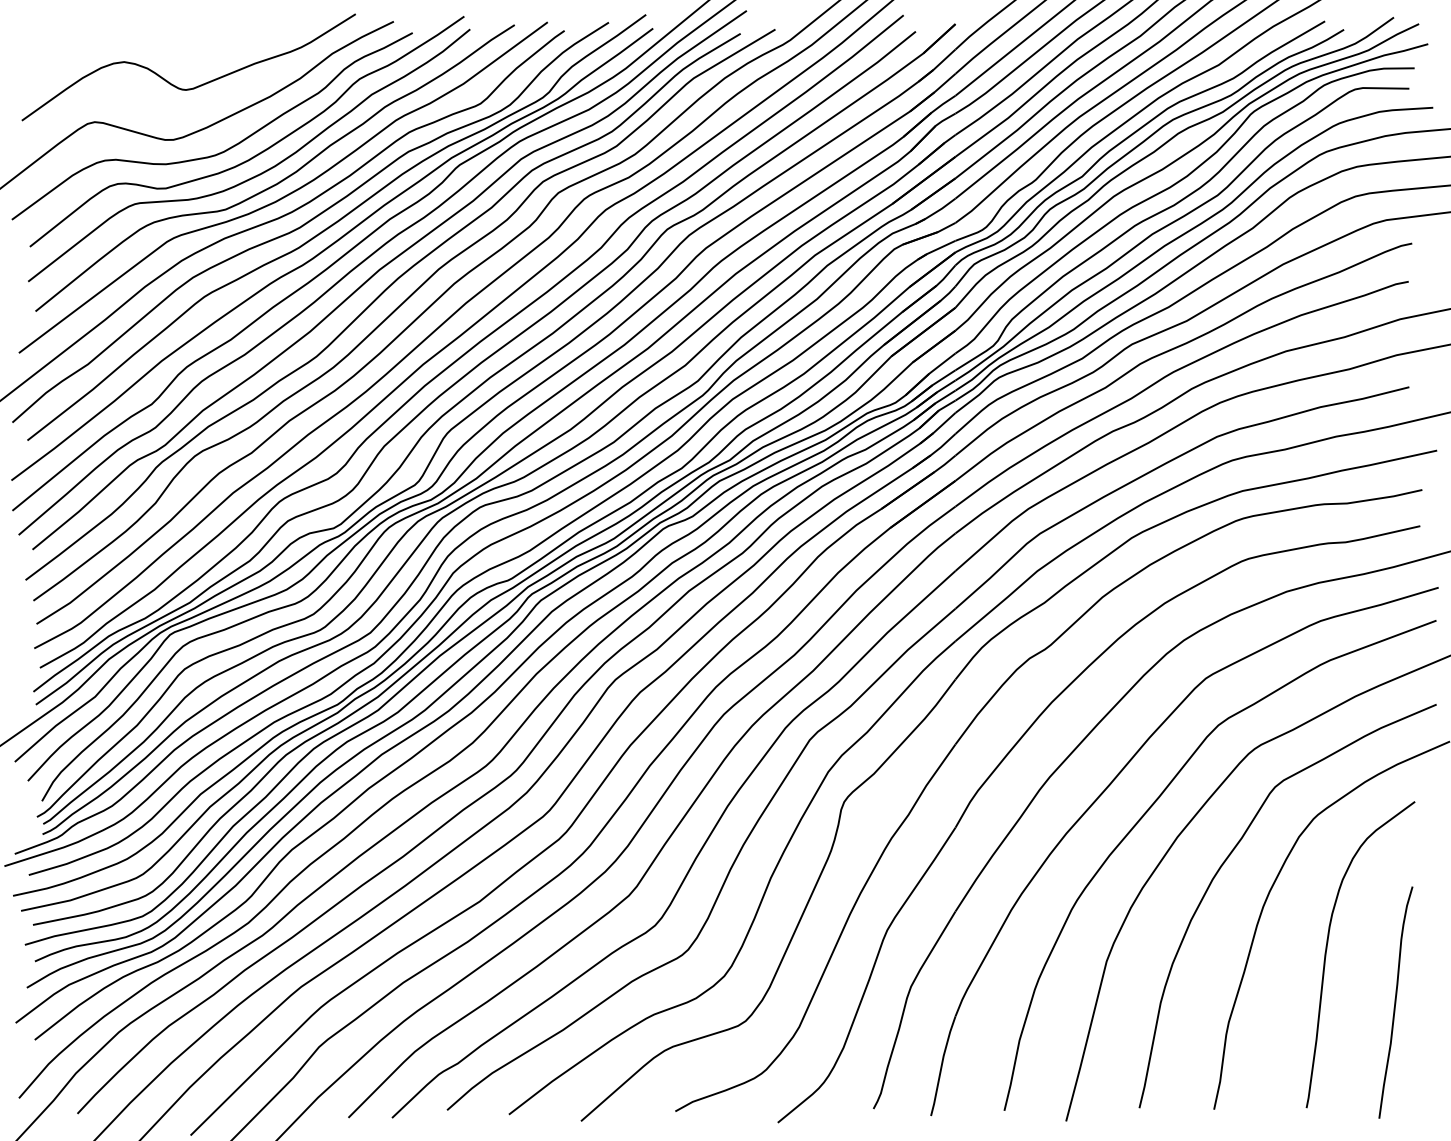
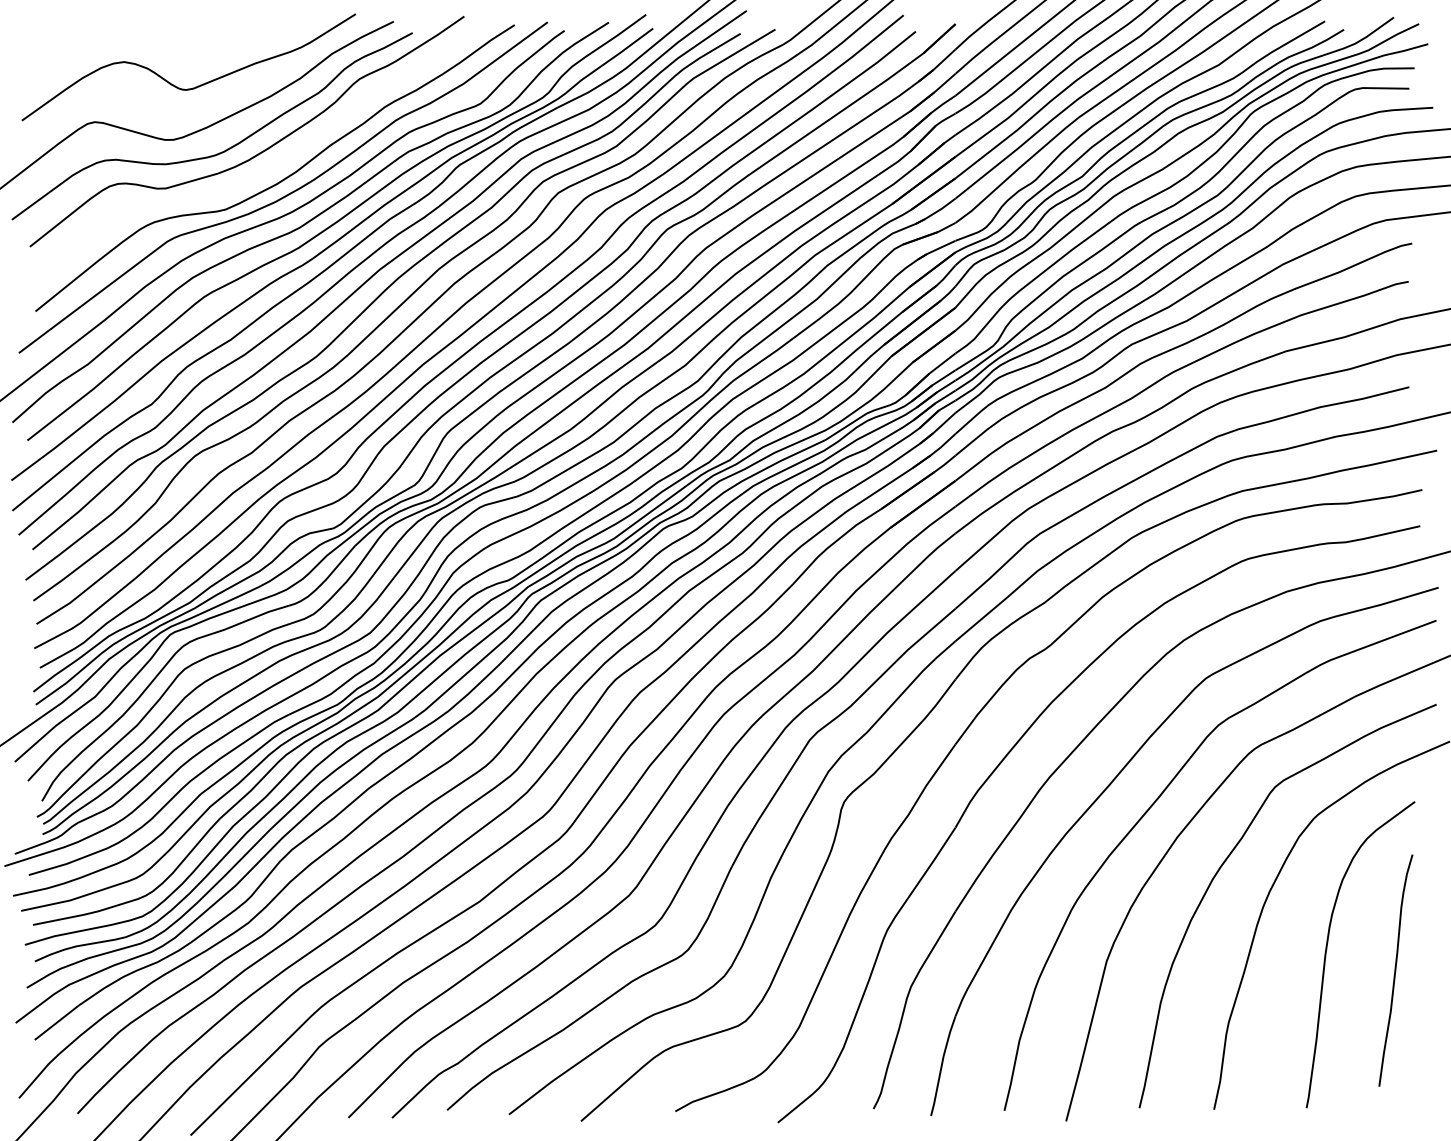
curve at (259, 173): present -> none
curve at (1395, 1002) position: (1395, 1002) -> (1395, 970)
